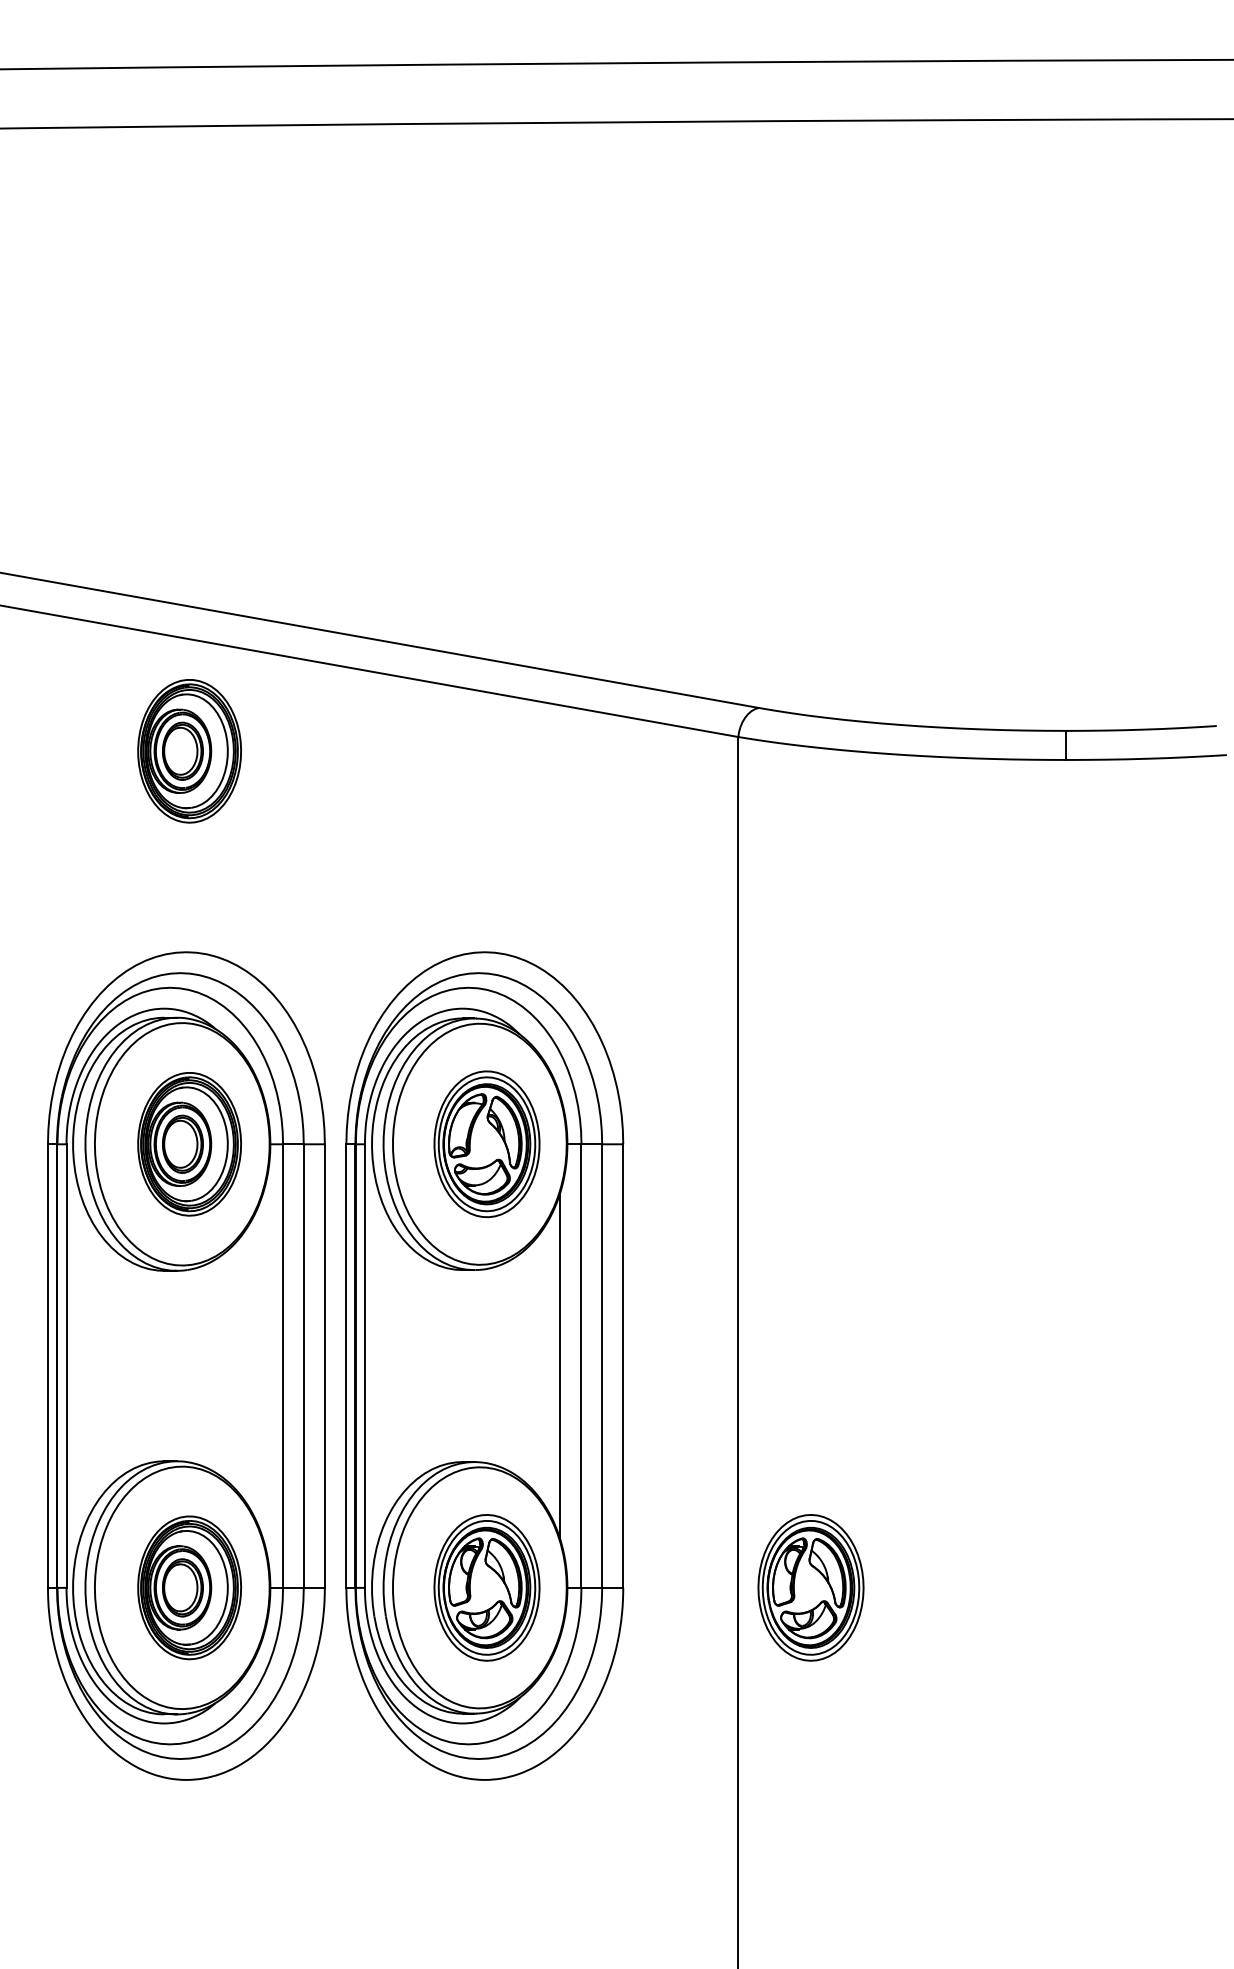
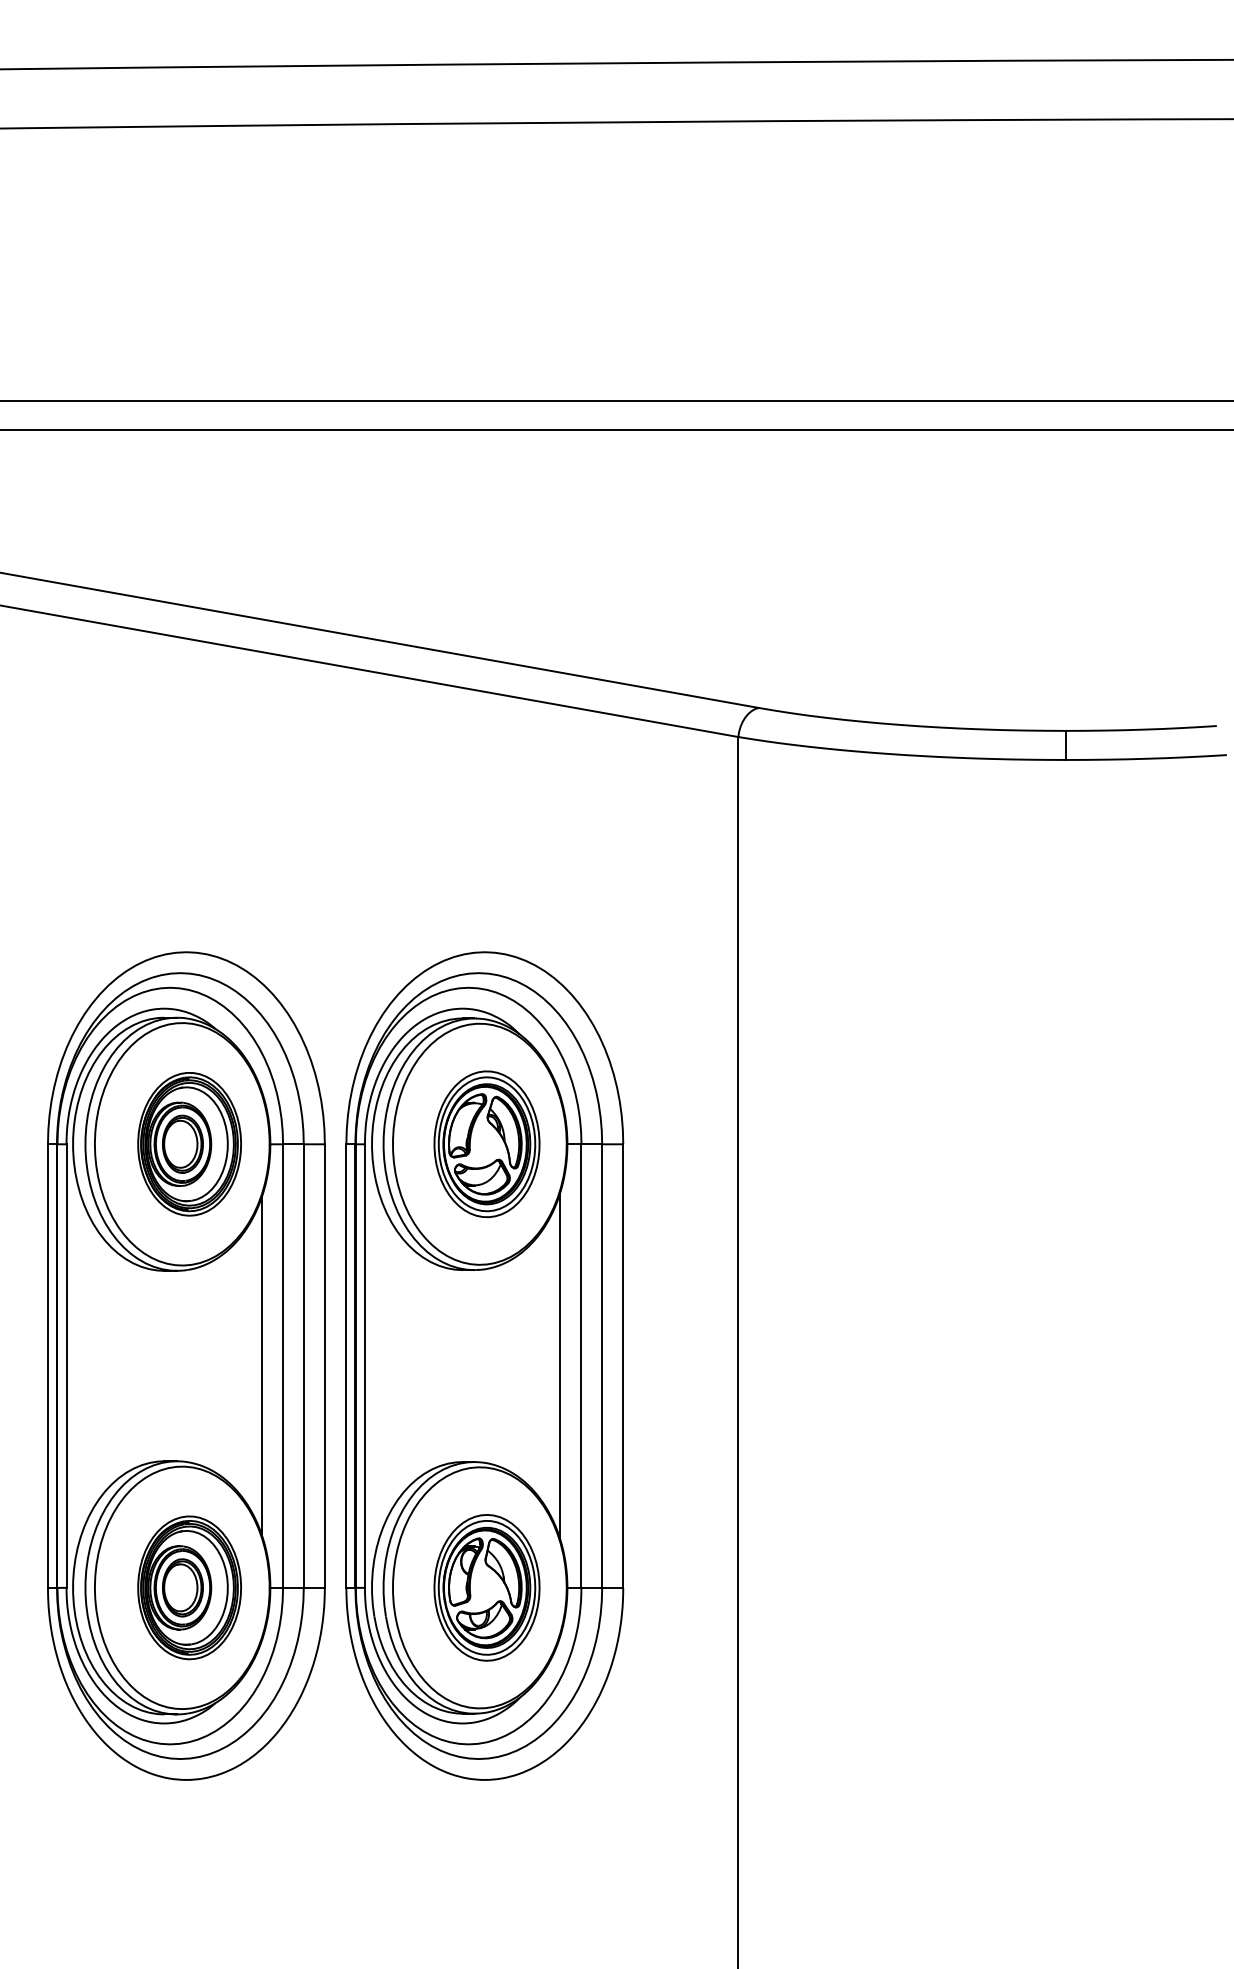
line at (616, 400): none -> present
line at (616, 429): none -> present
part at (189, 751): present -> none
line at (262, 1365): none -> present
part at (810, 1587): present -> none
